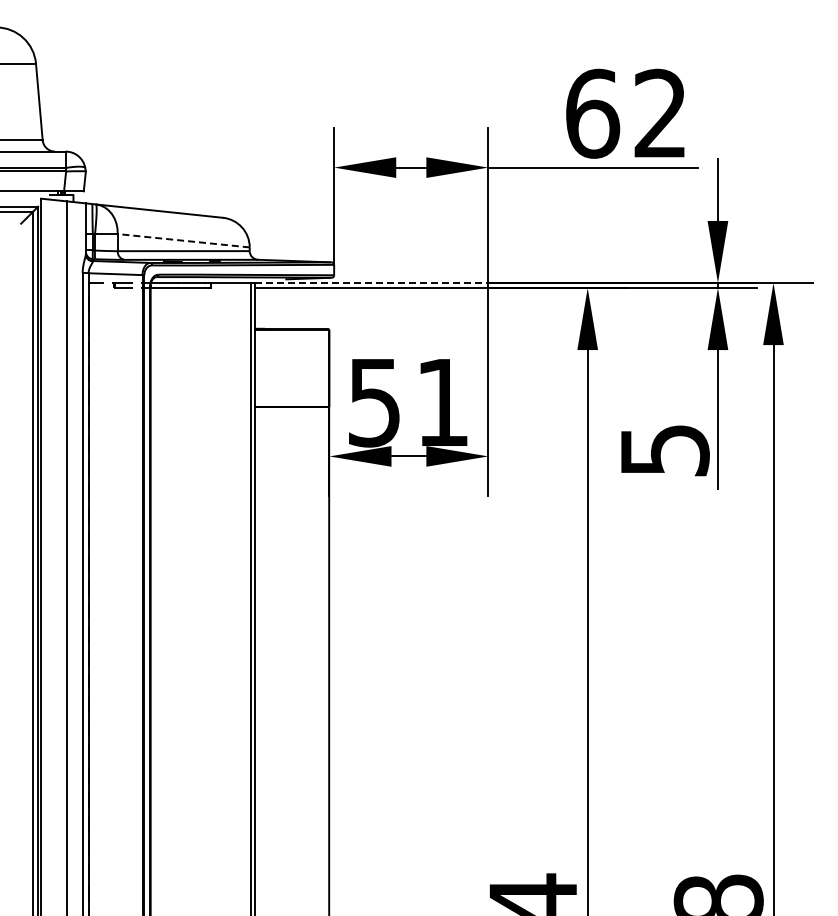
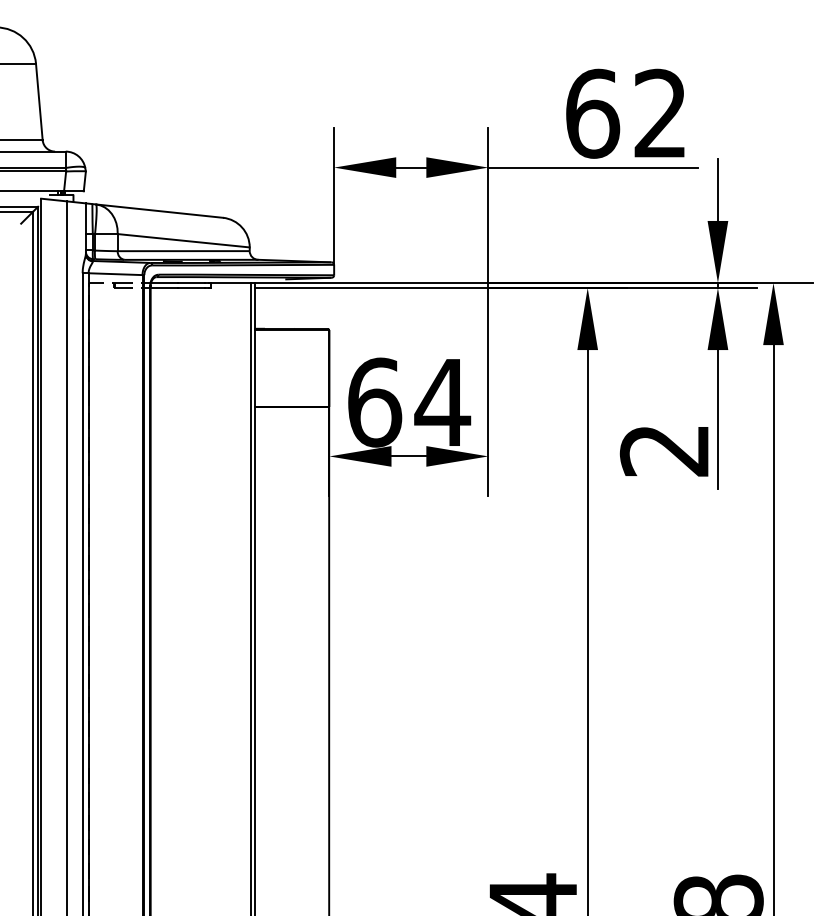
line at (183, 240): dashed -> solid
line at (371, 283): dashed -> solid
text at (409, 402): 51 -> 64
text at (664, 450): 5 -> 2
